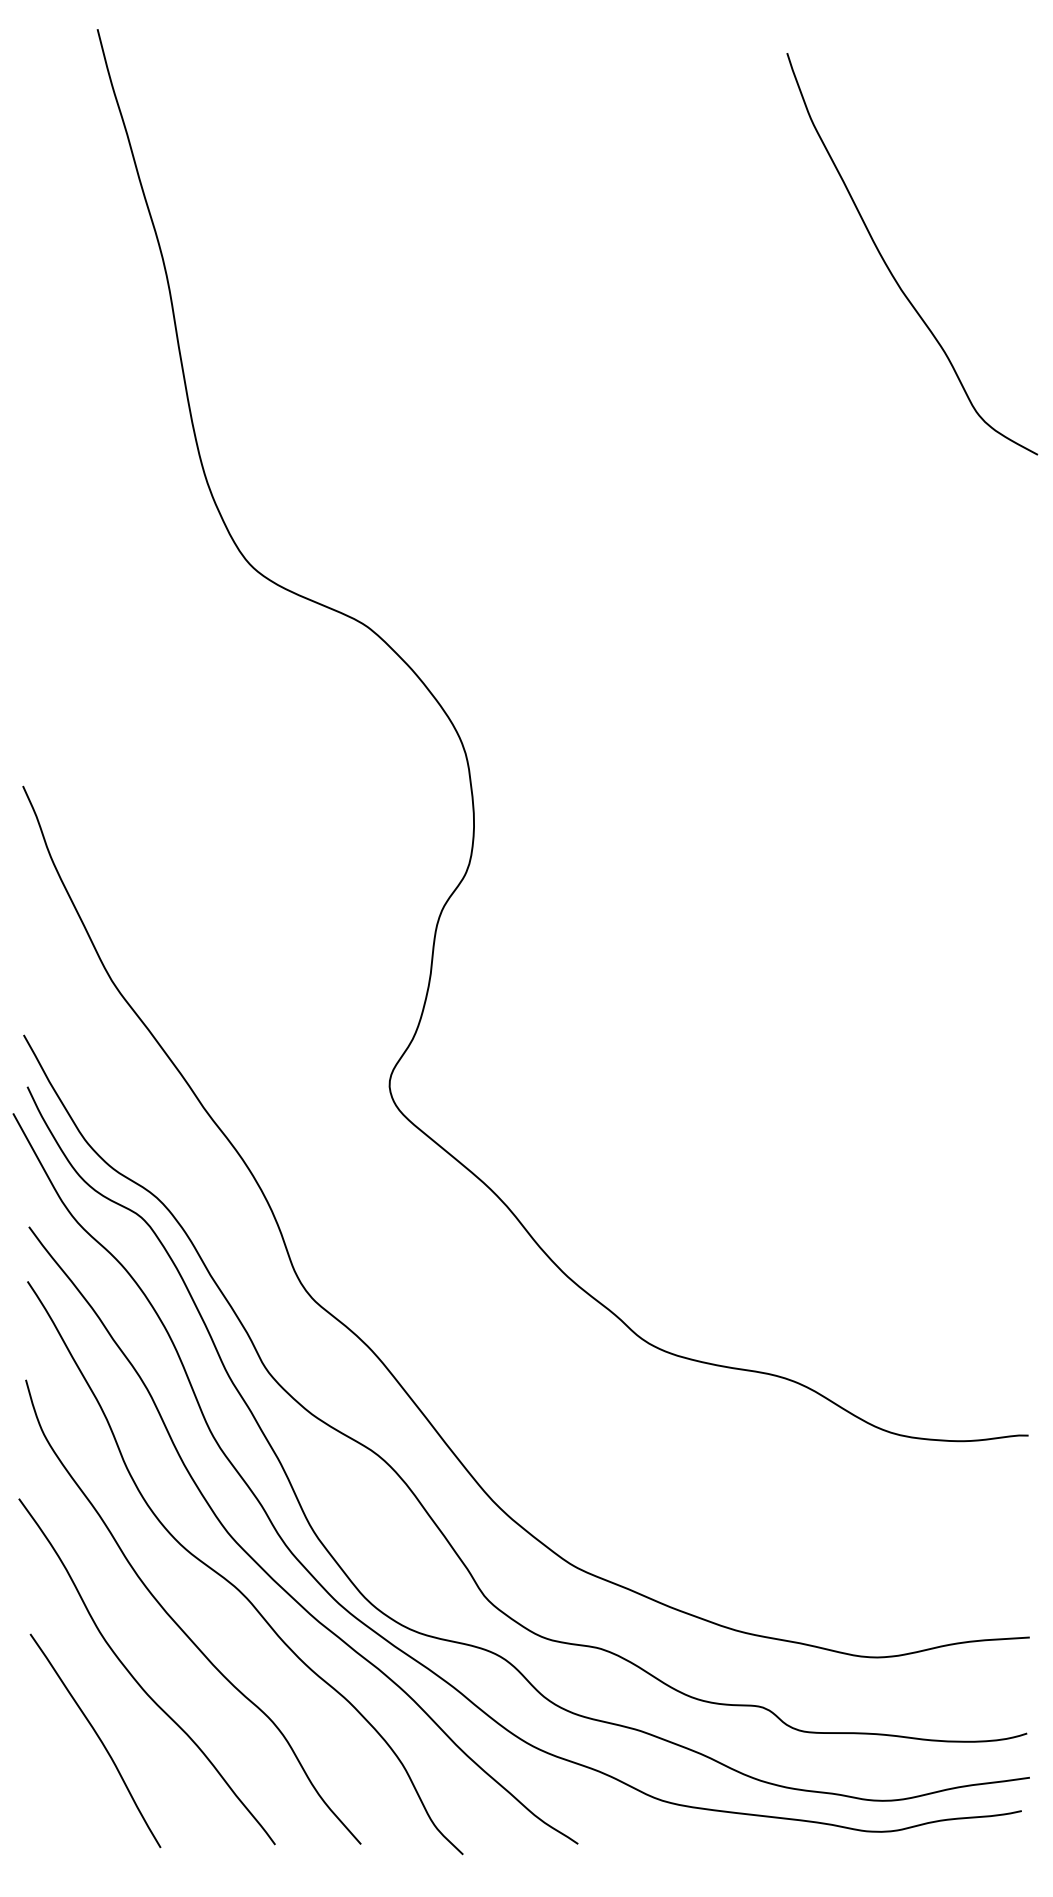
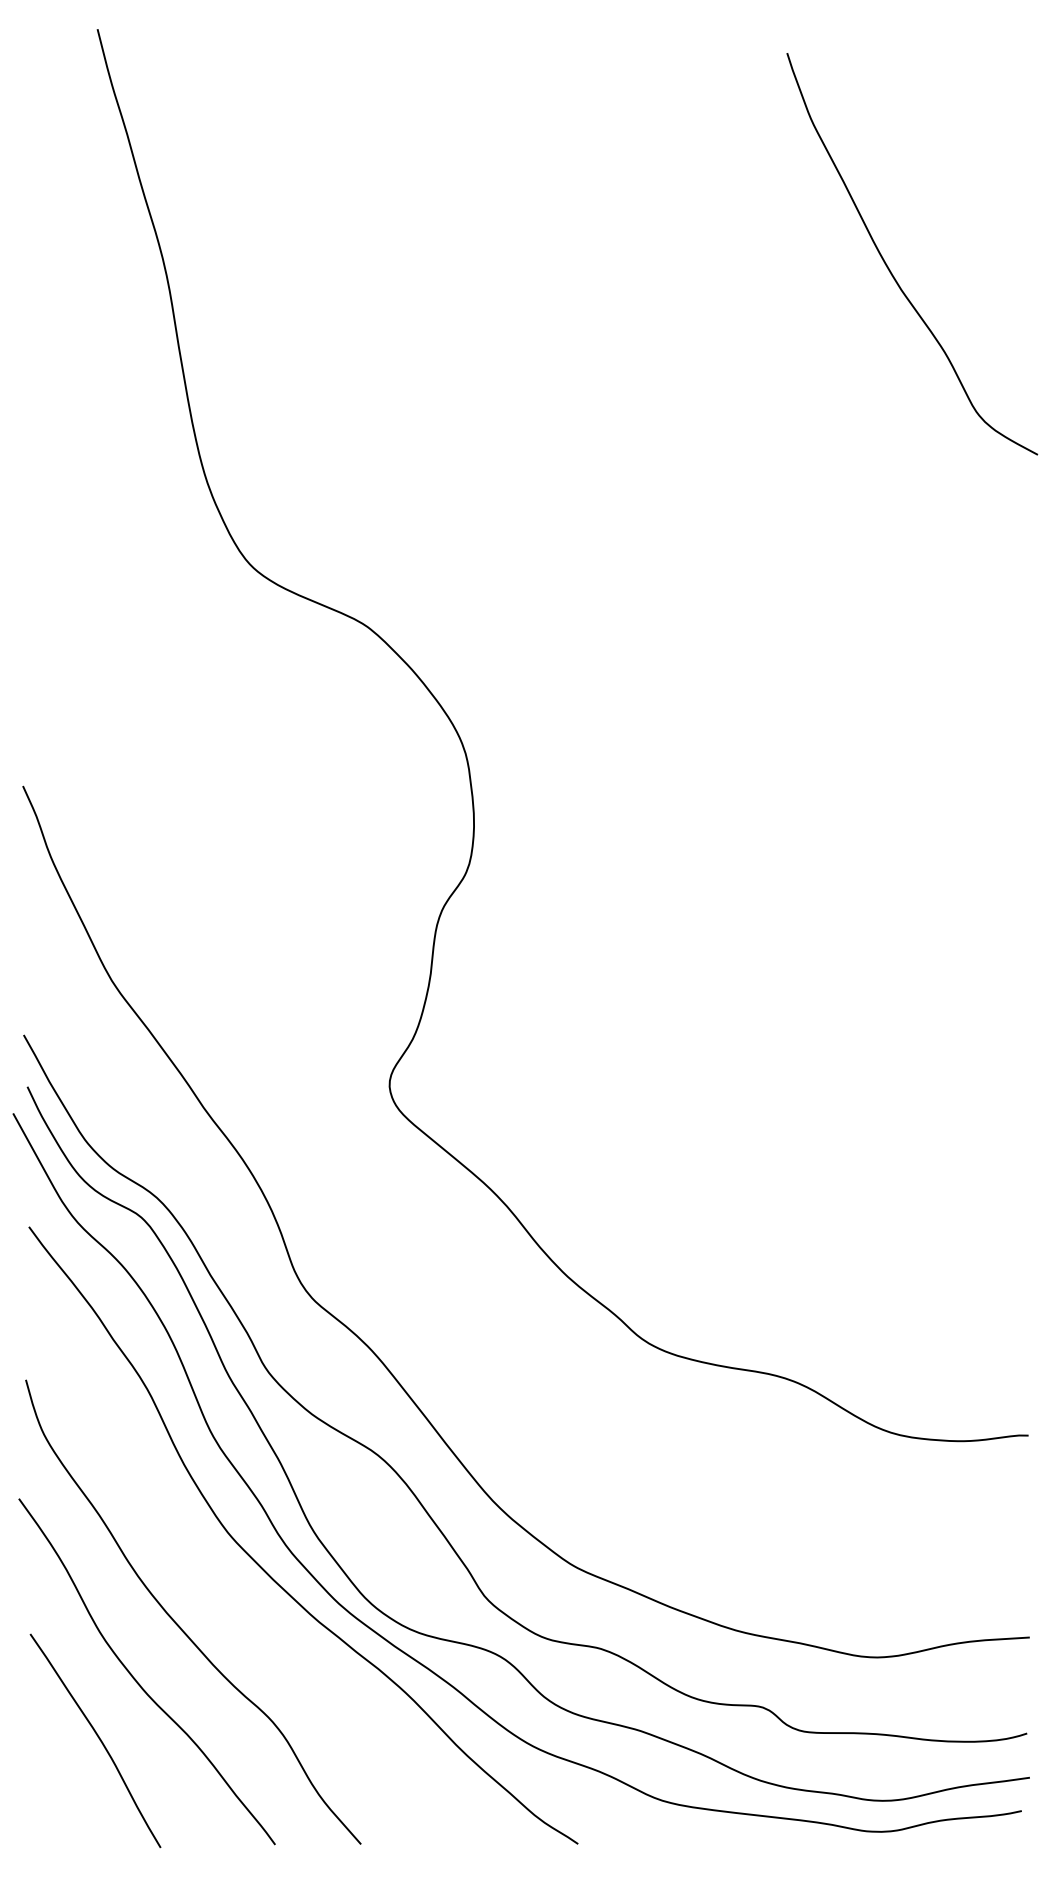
curve at (231, 1582): present -> none
